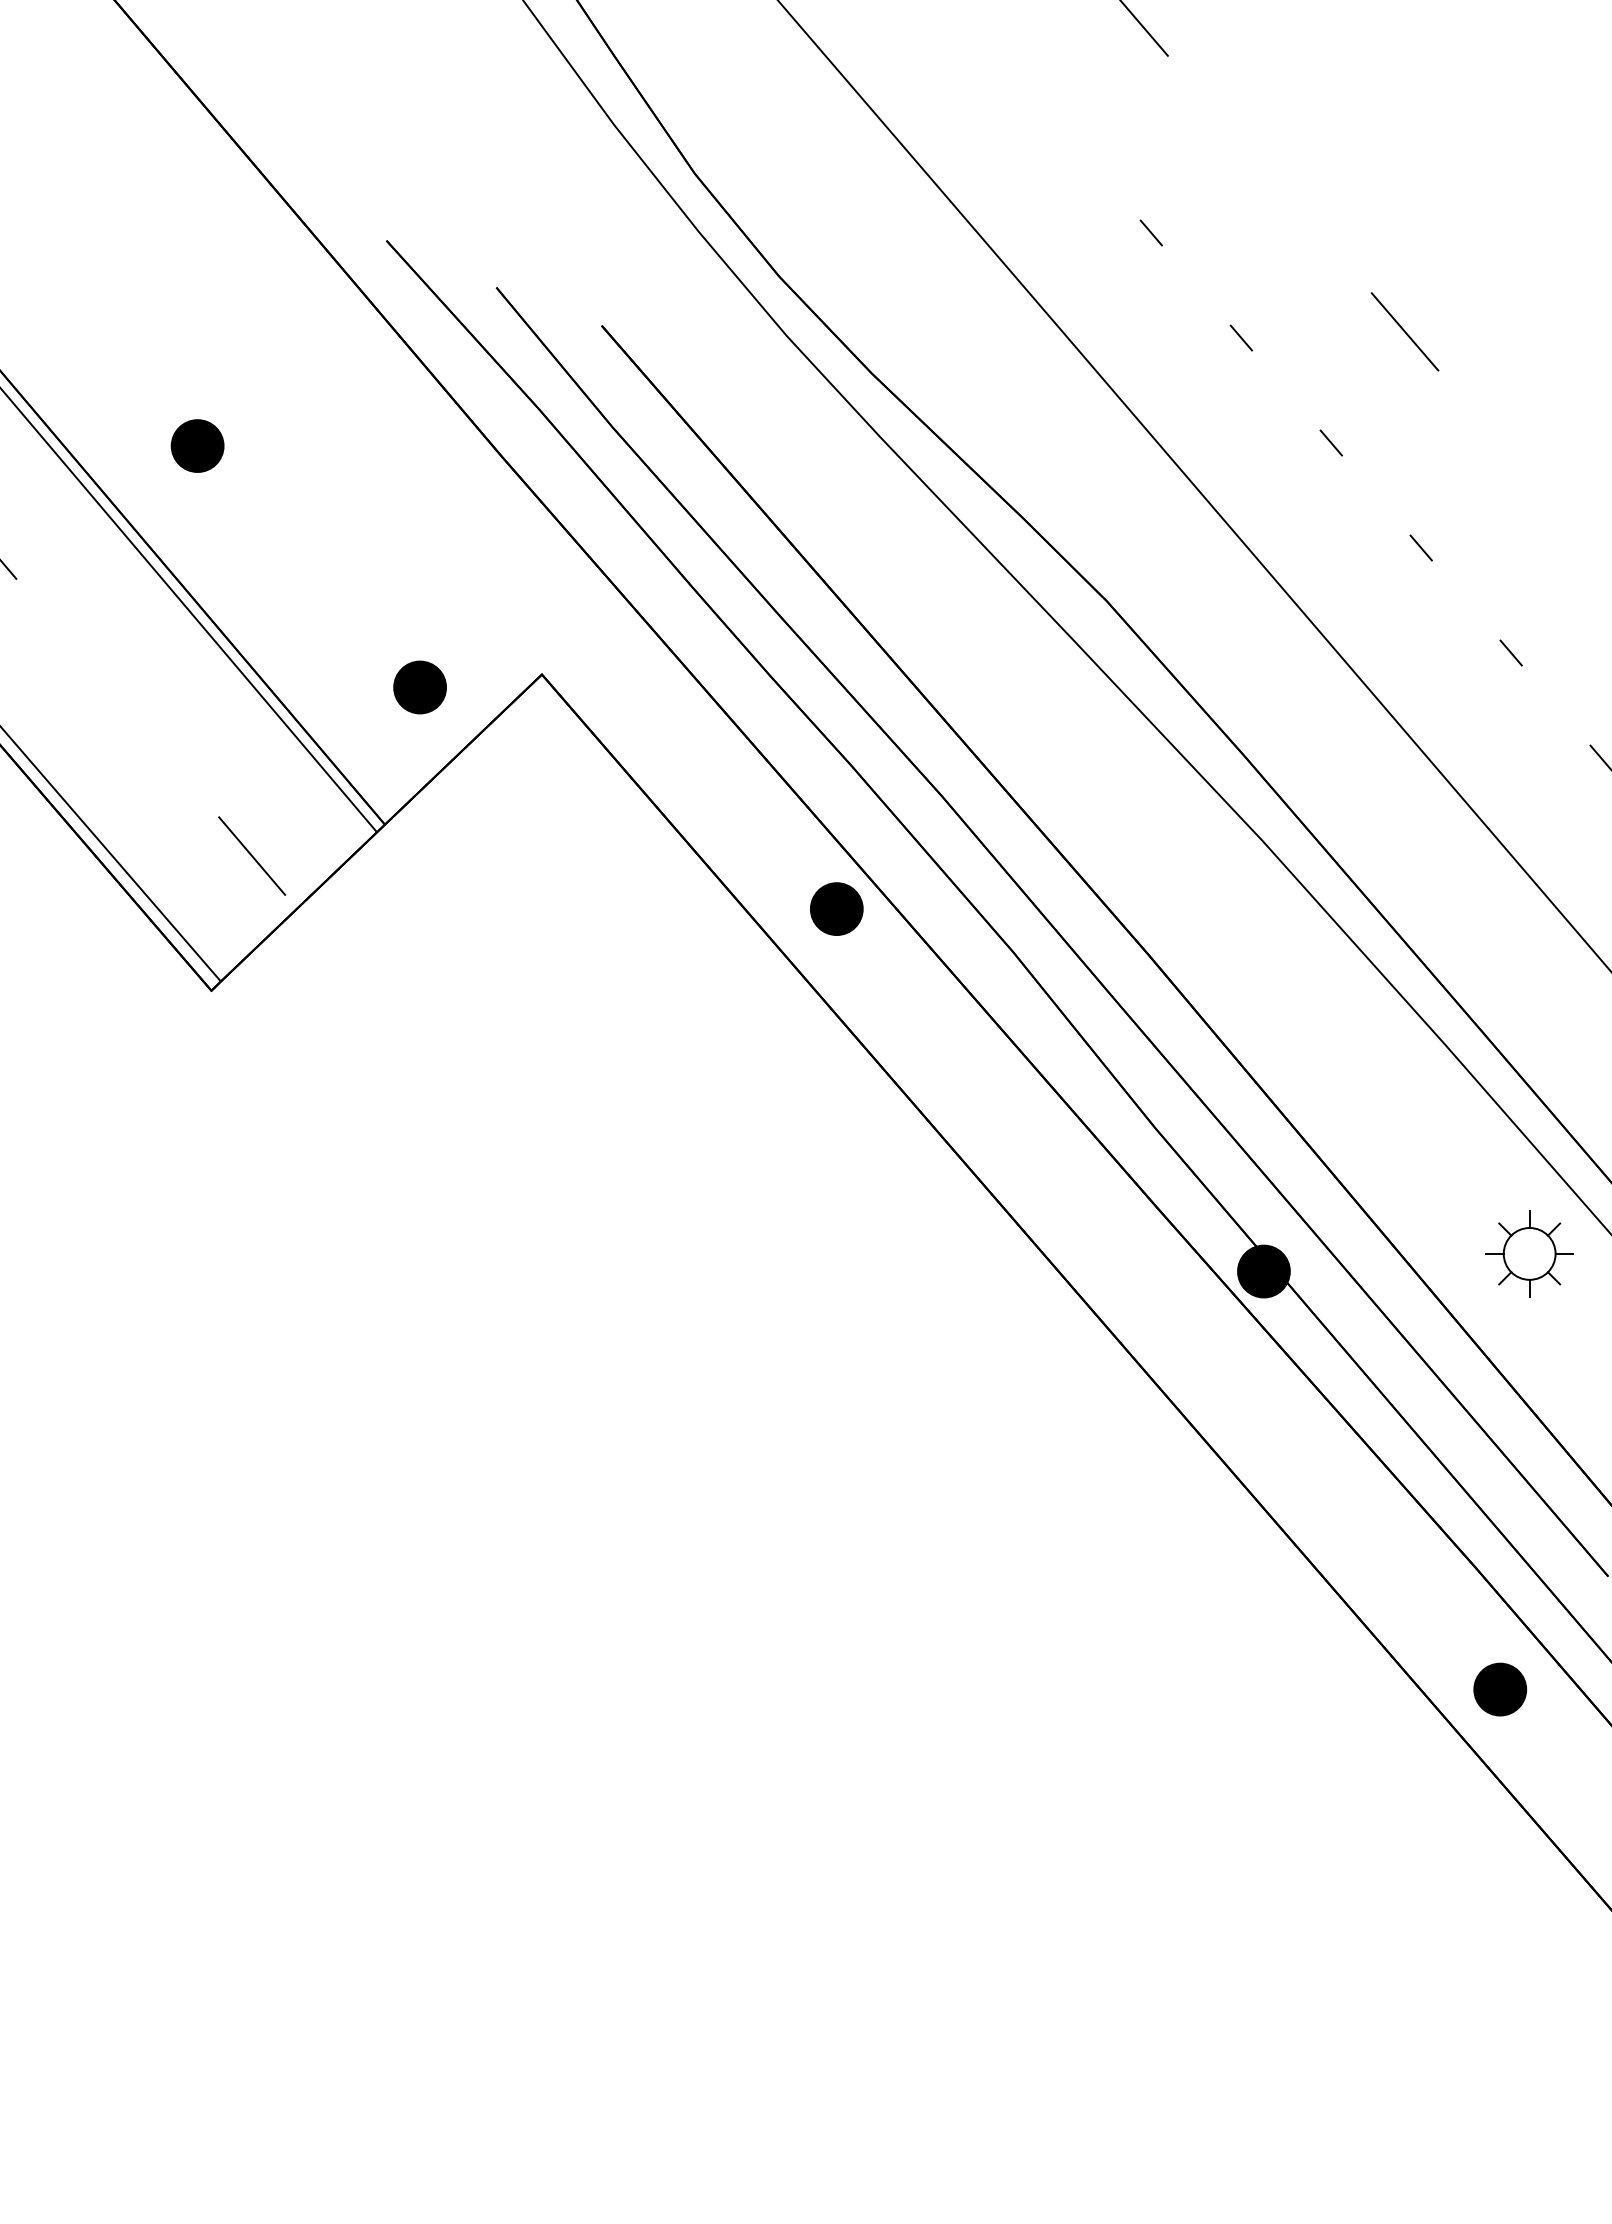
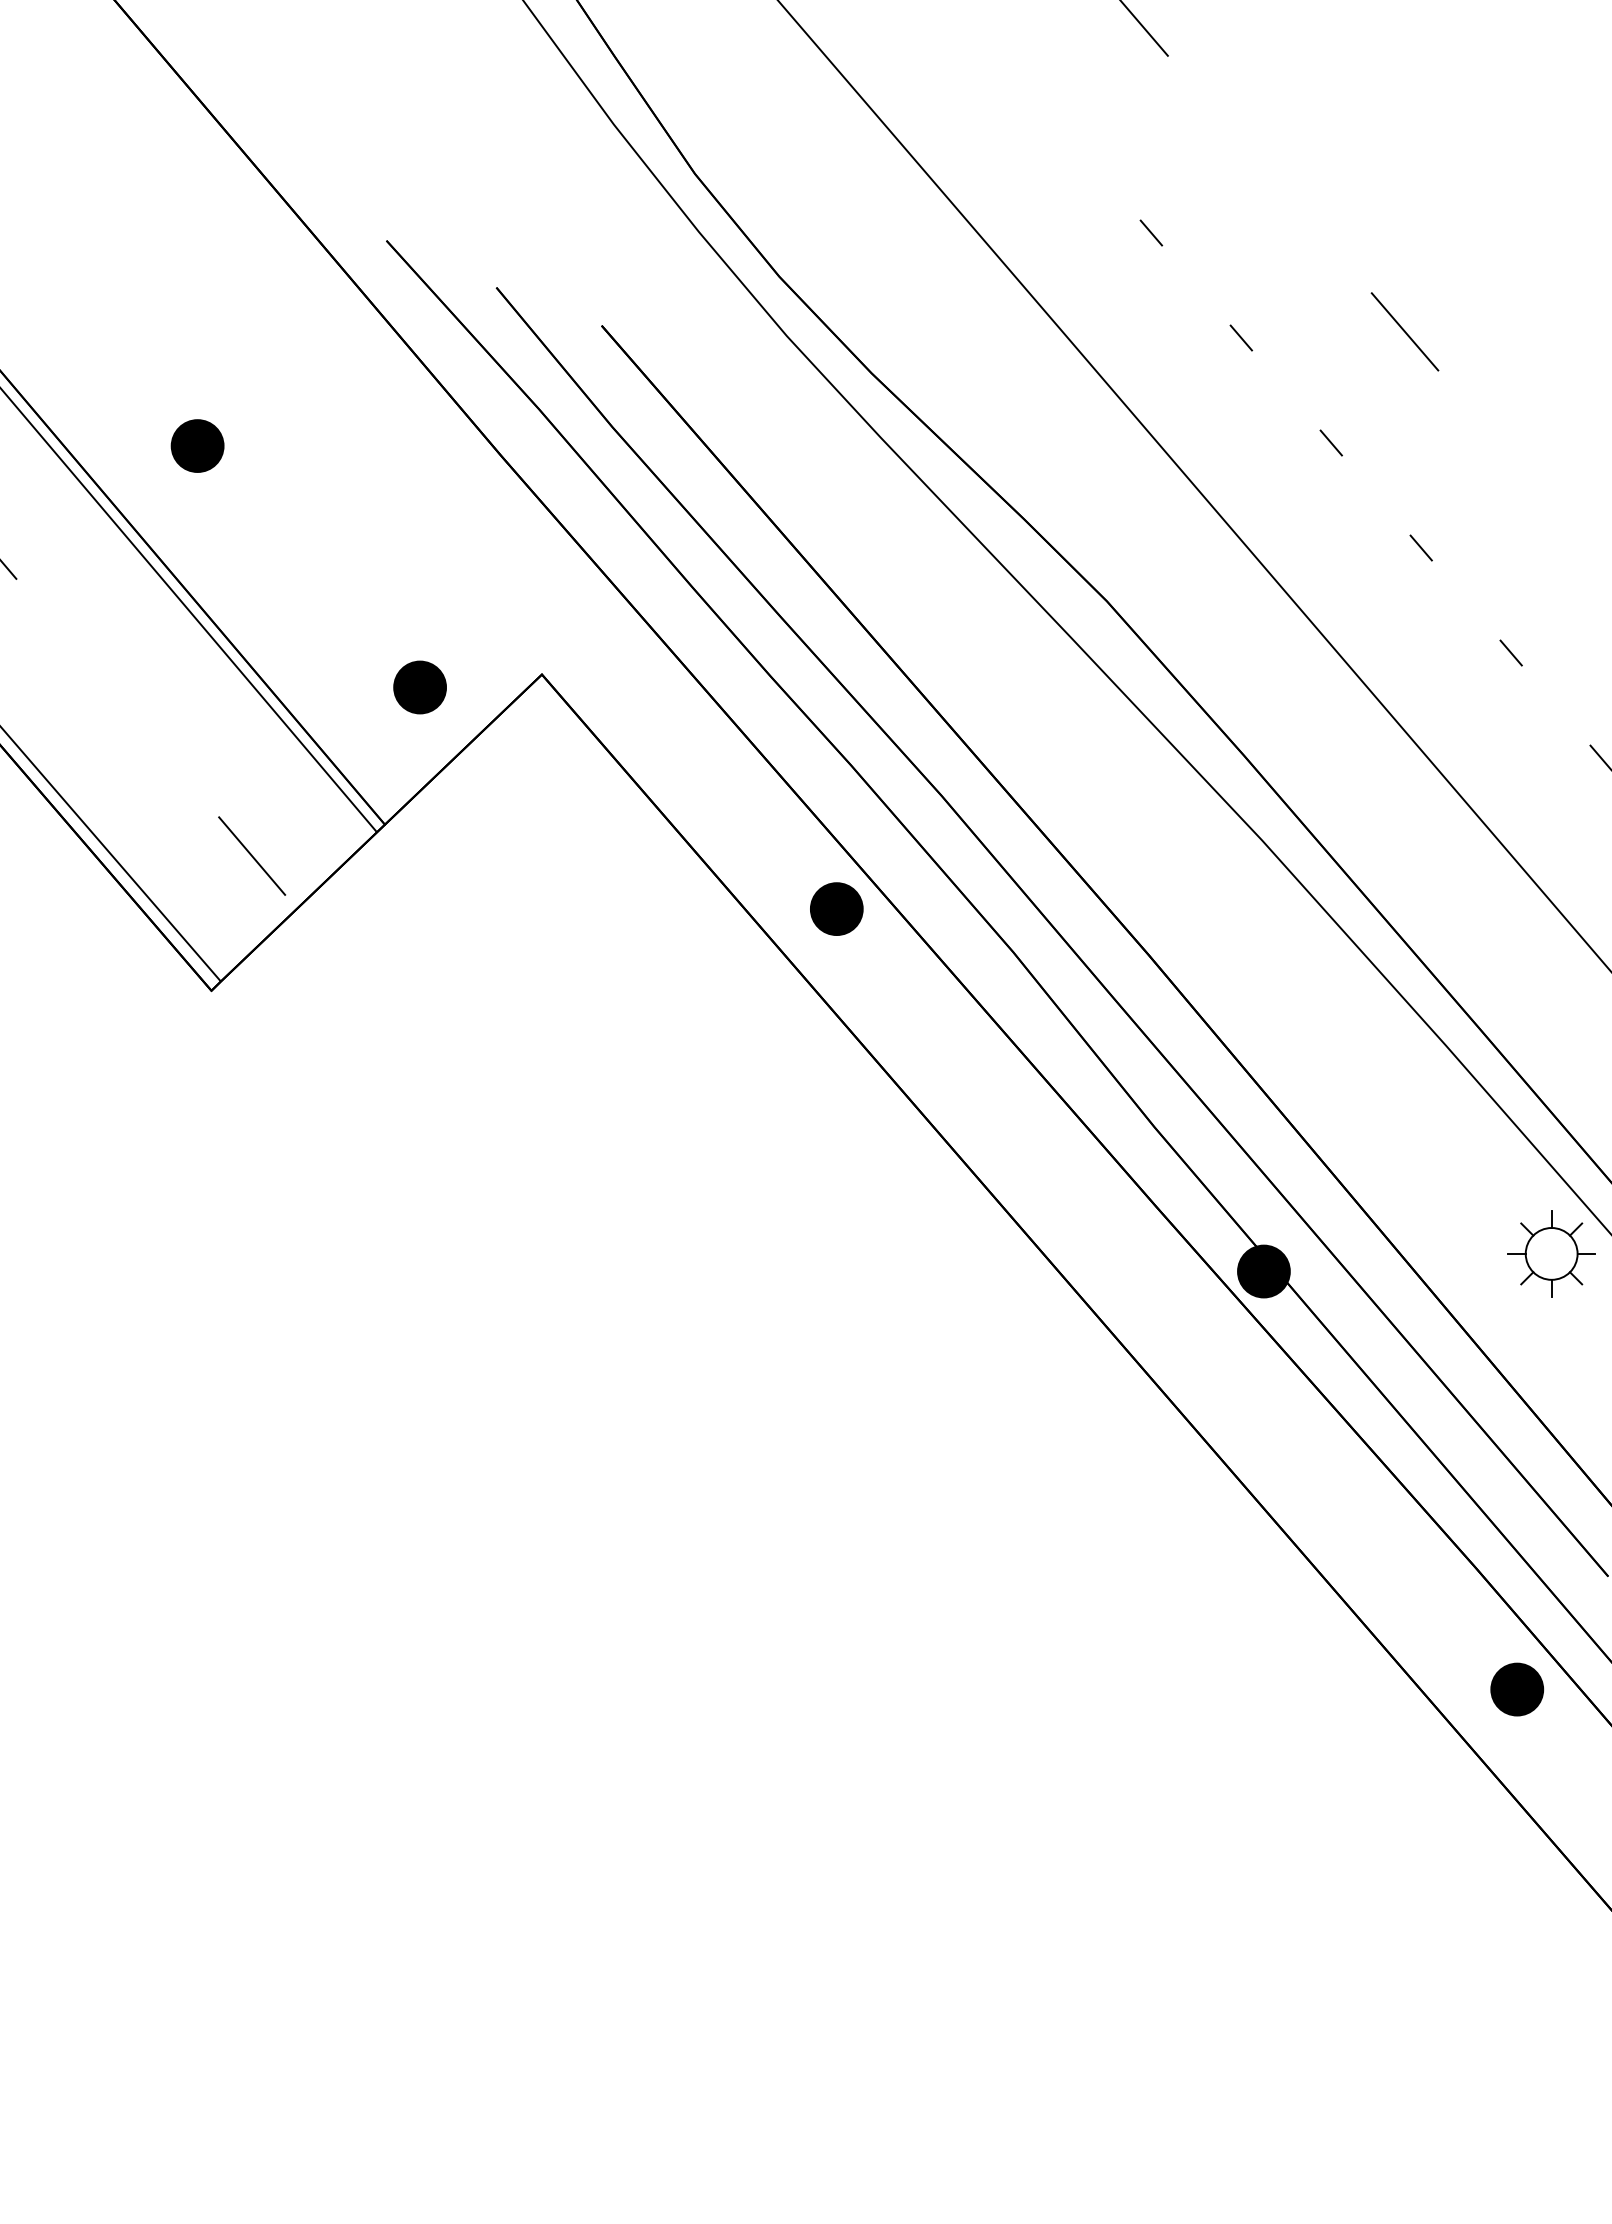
part at (1529, 1253) position: (1529, 1253) -> (1551, 1253)
part at (1500, 1689) position: (1500, 1689) -> (1517, 1689)
